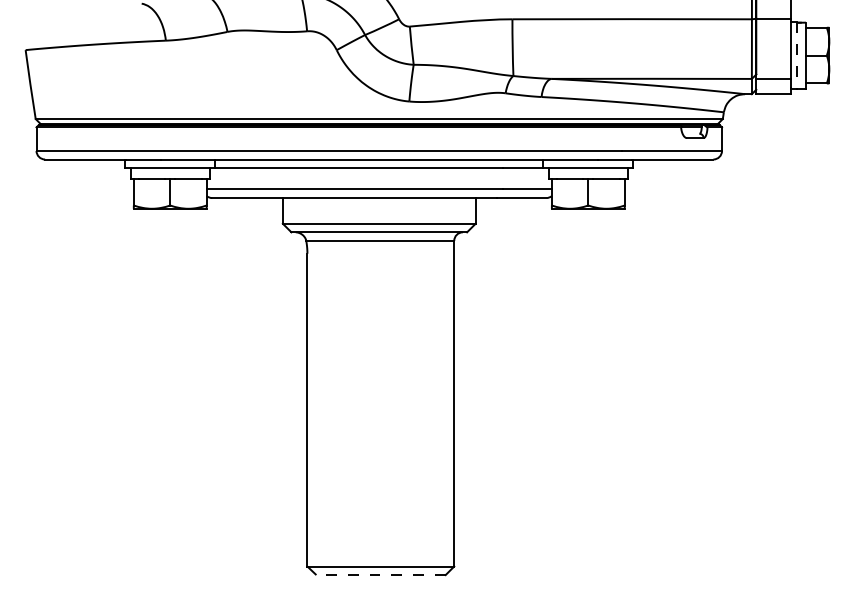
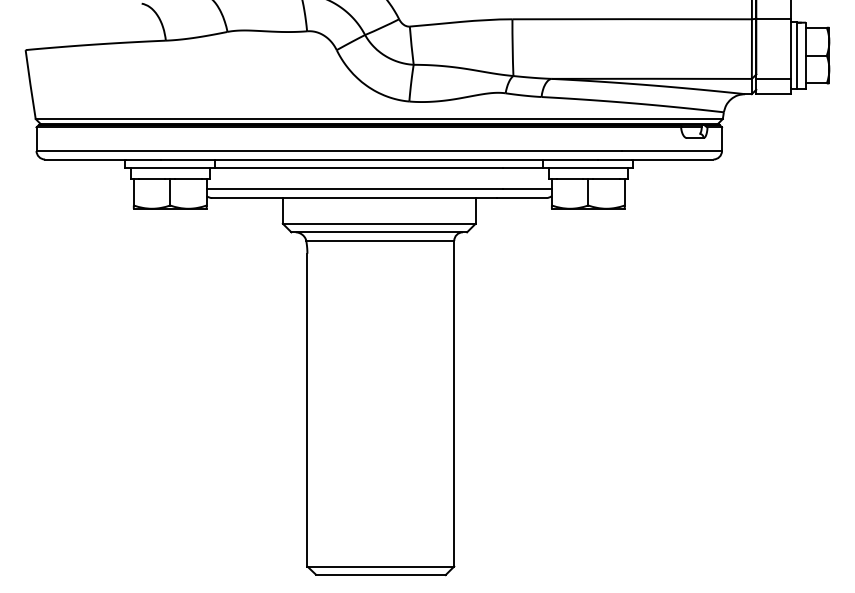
line at (797, 56): dashed -> solid
line at (381, 575): dashed -> solid
